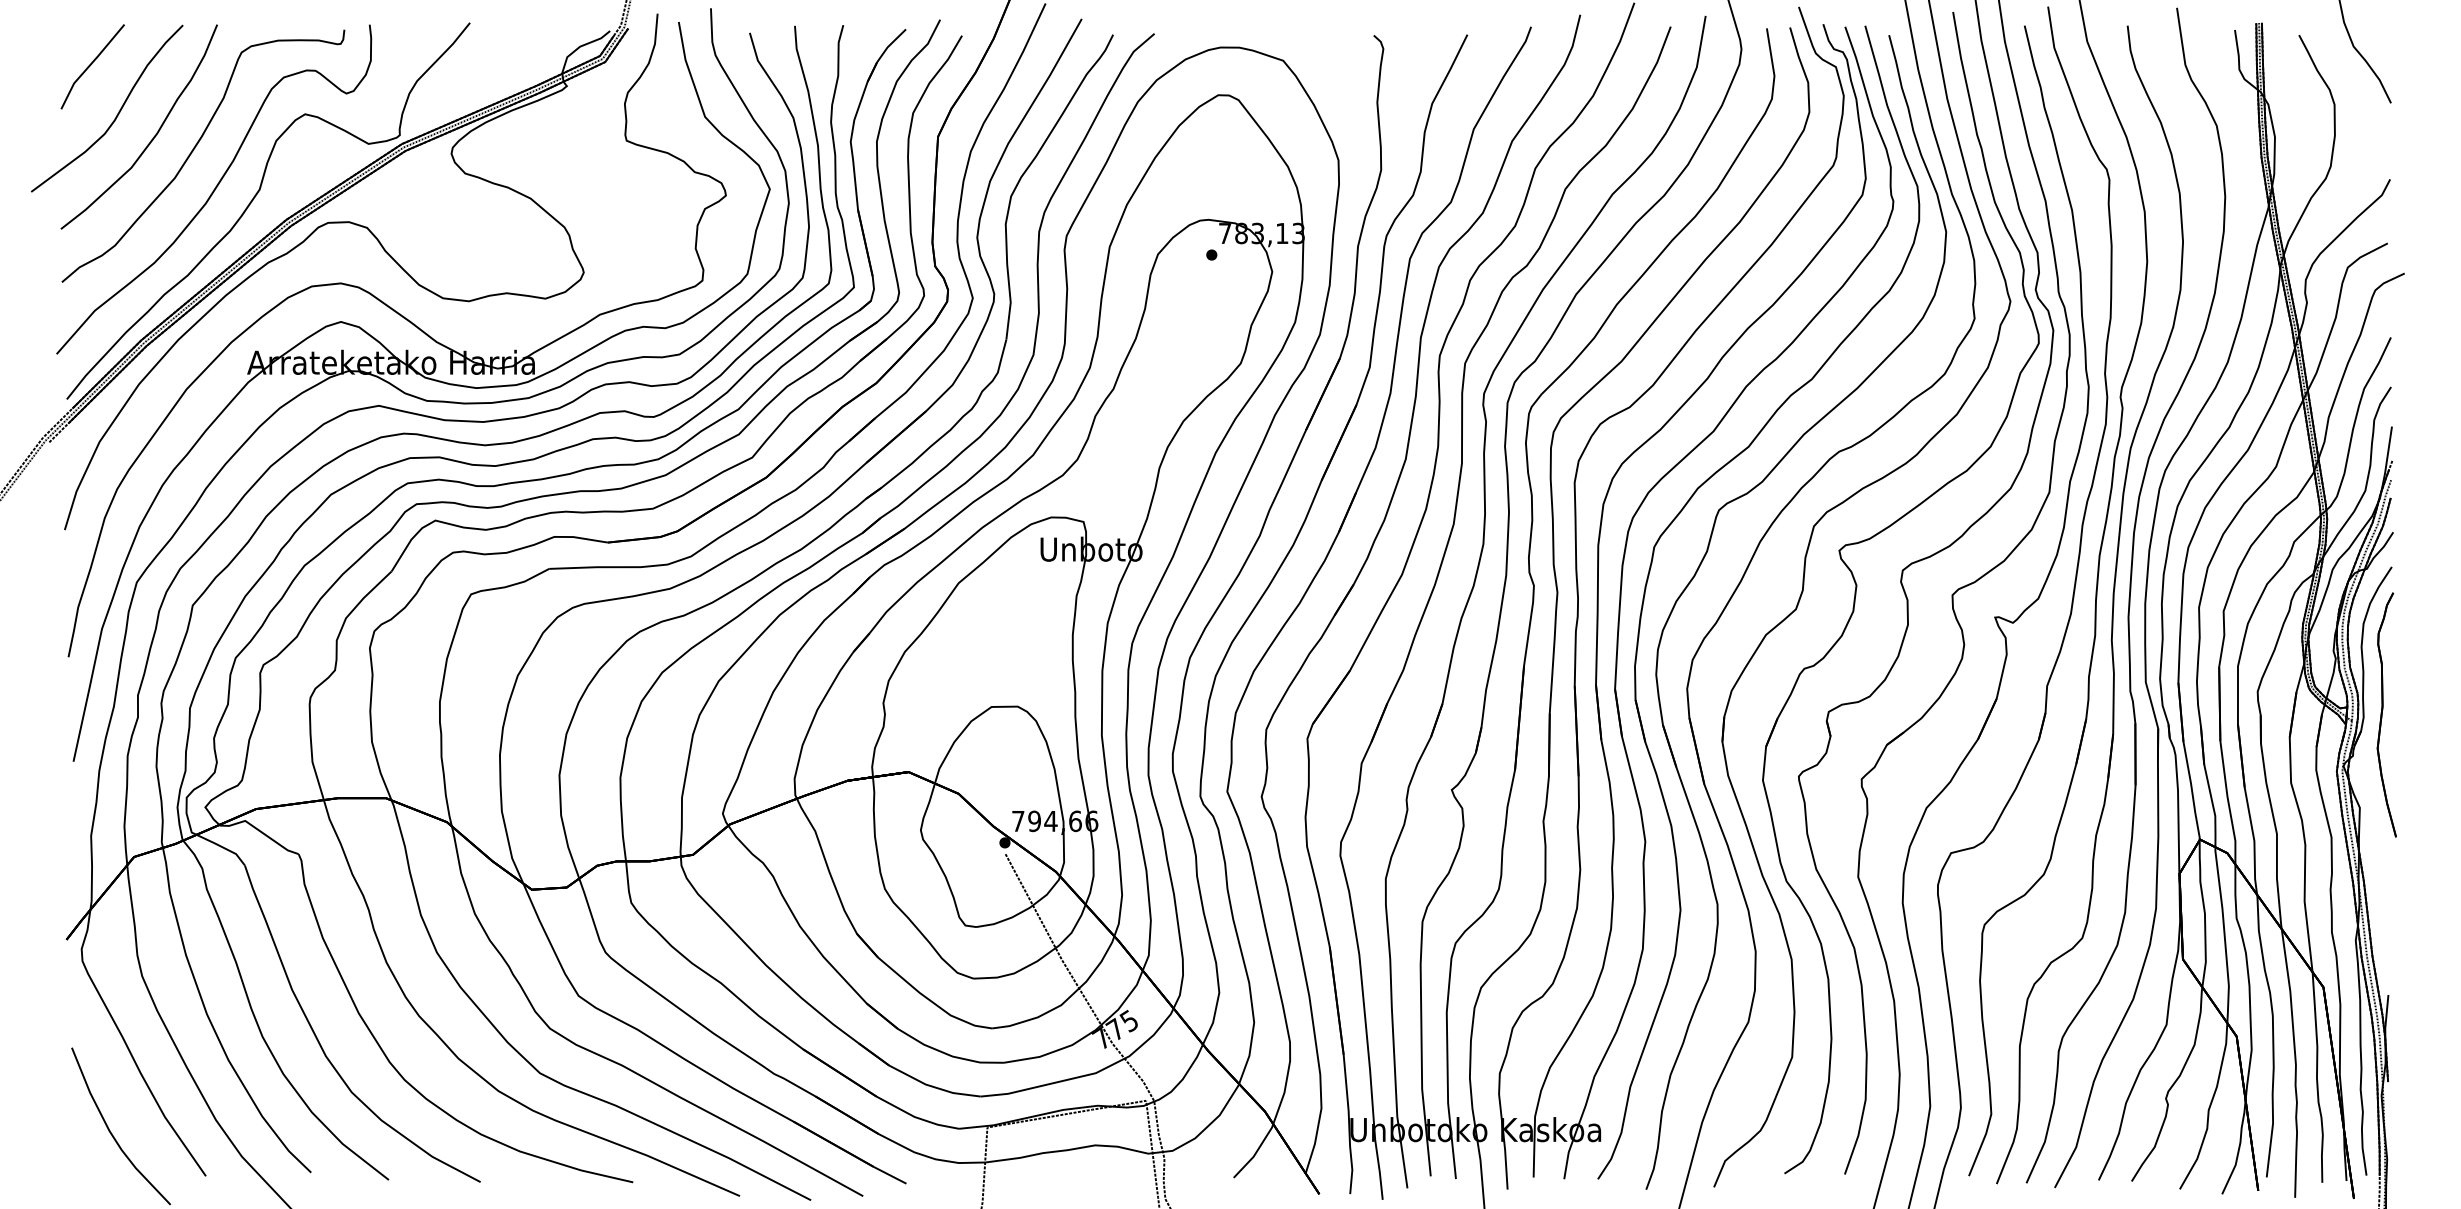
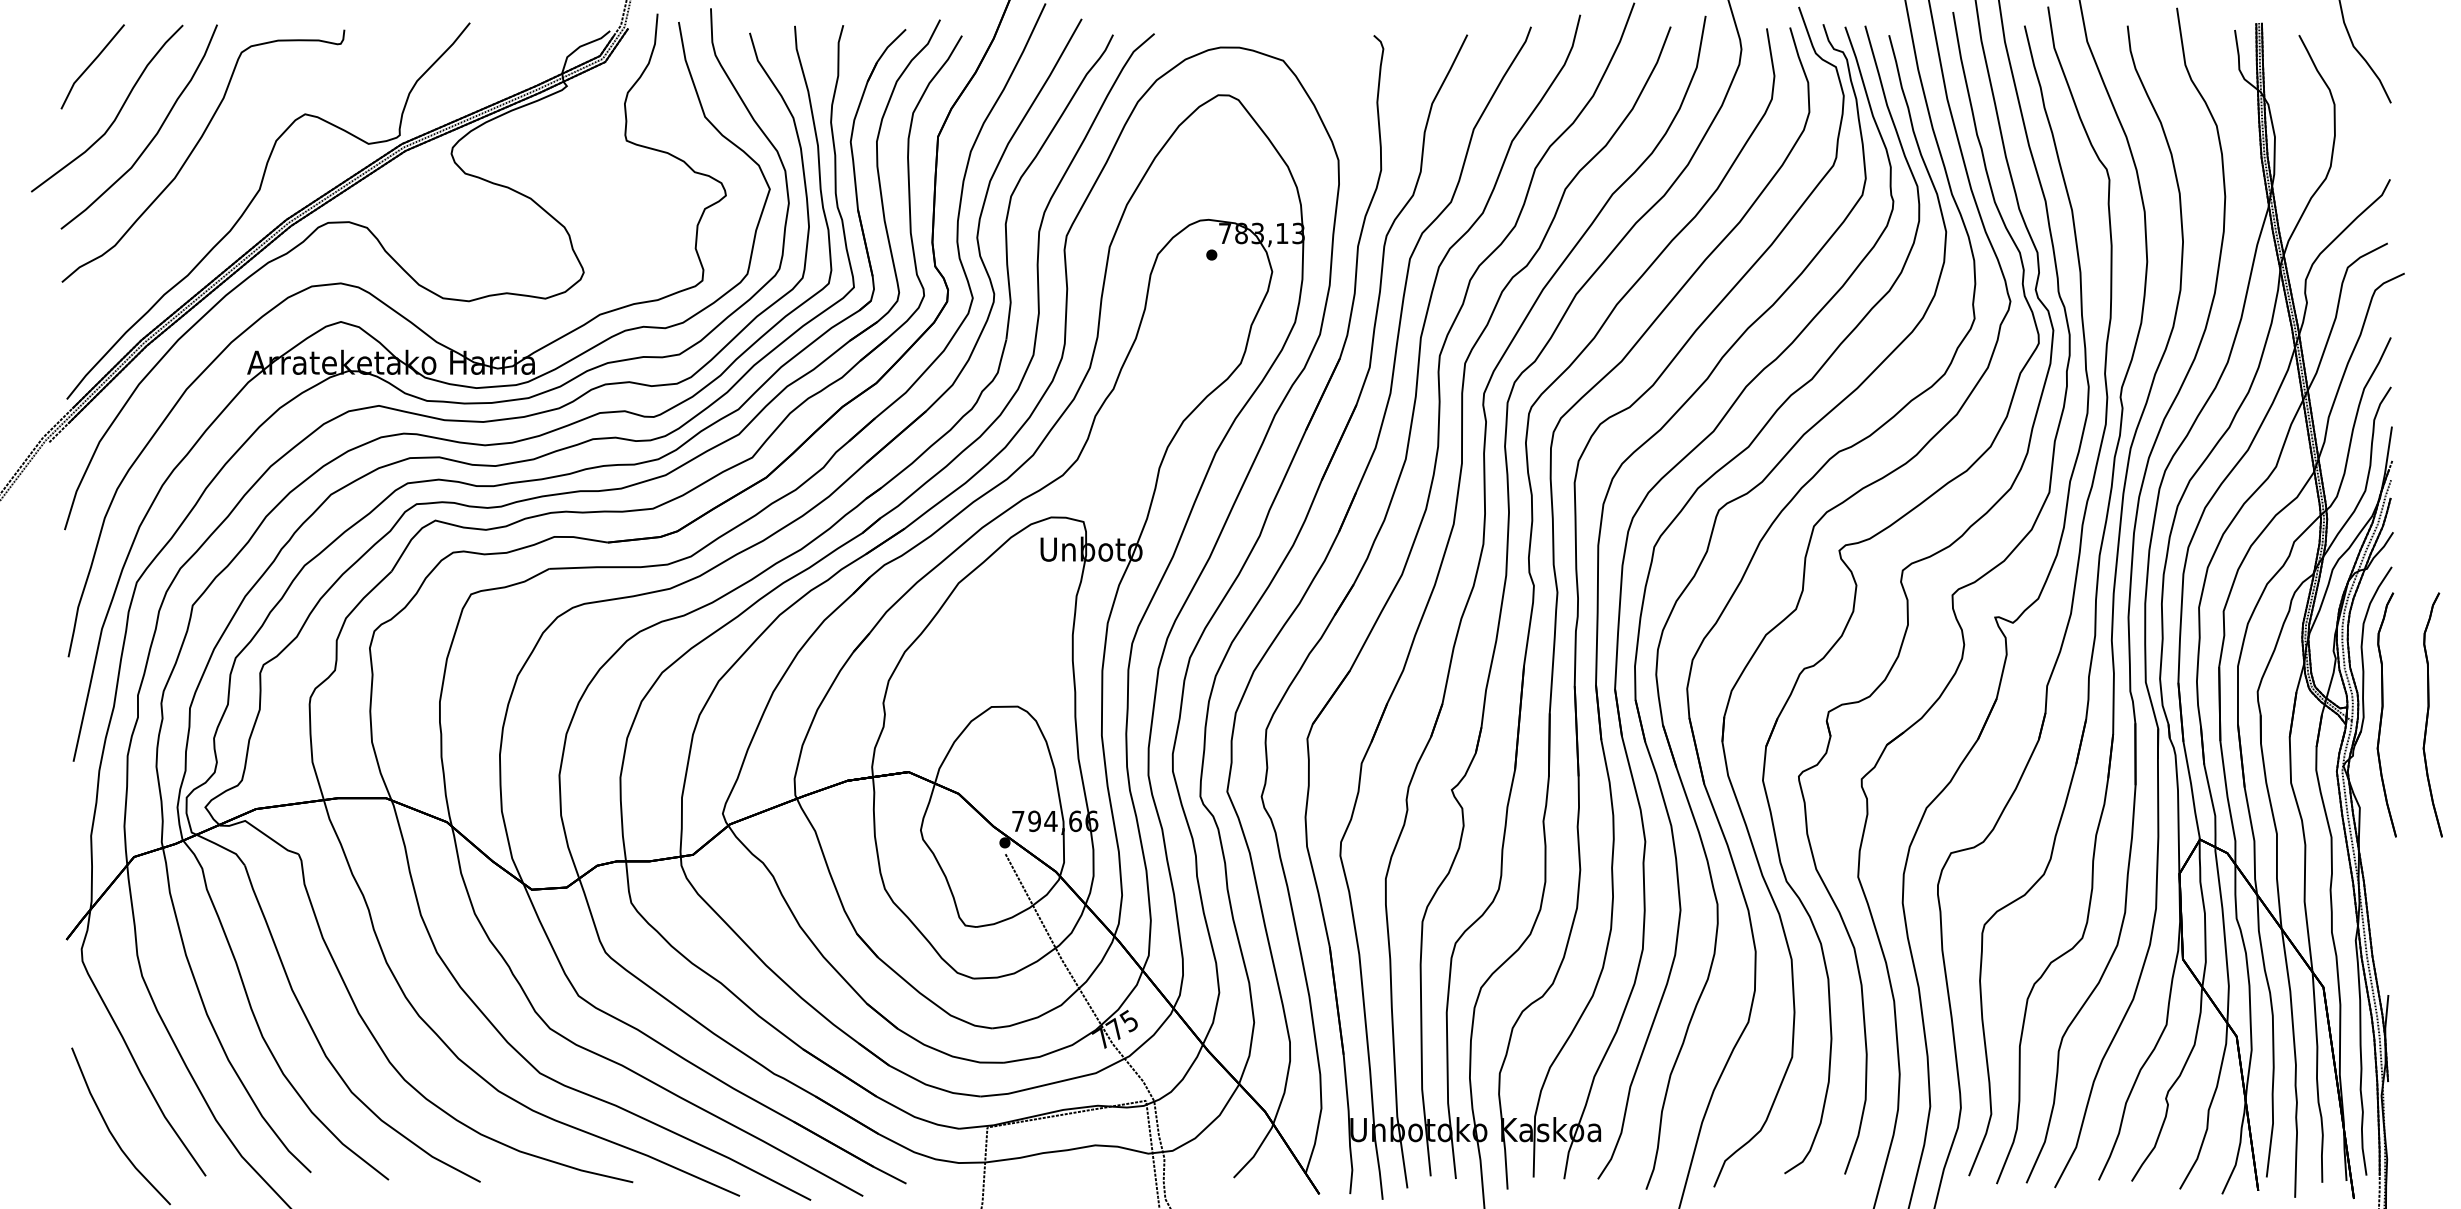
part at (214, 189): present -> none
part at (2432, 714): none -> present
